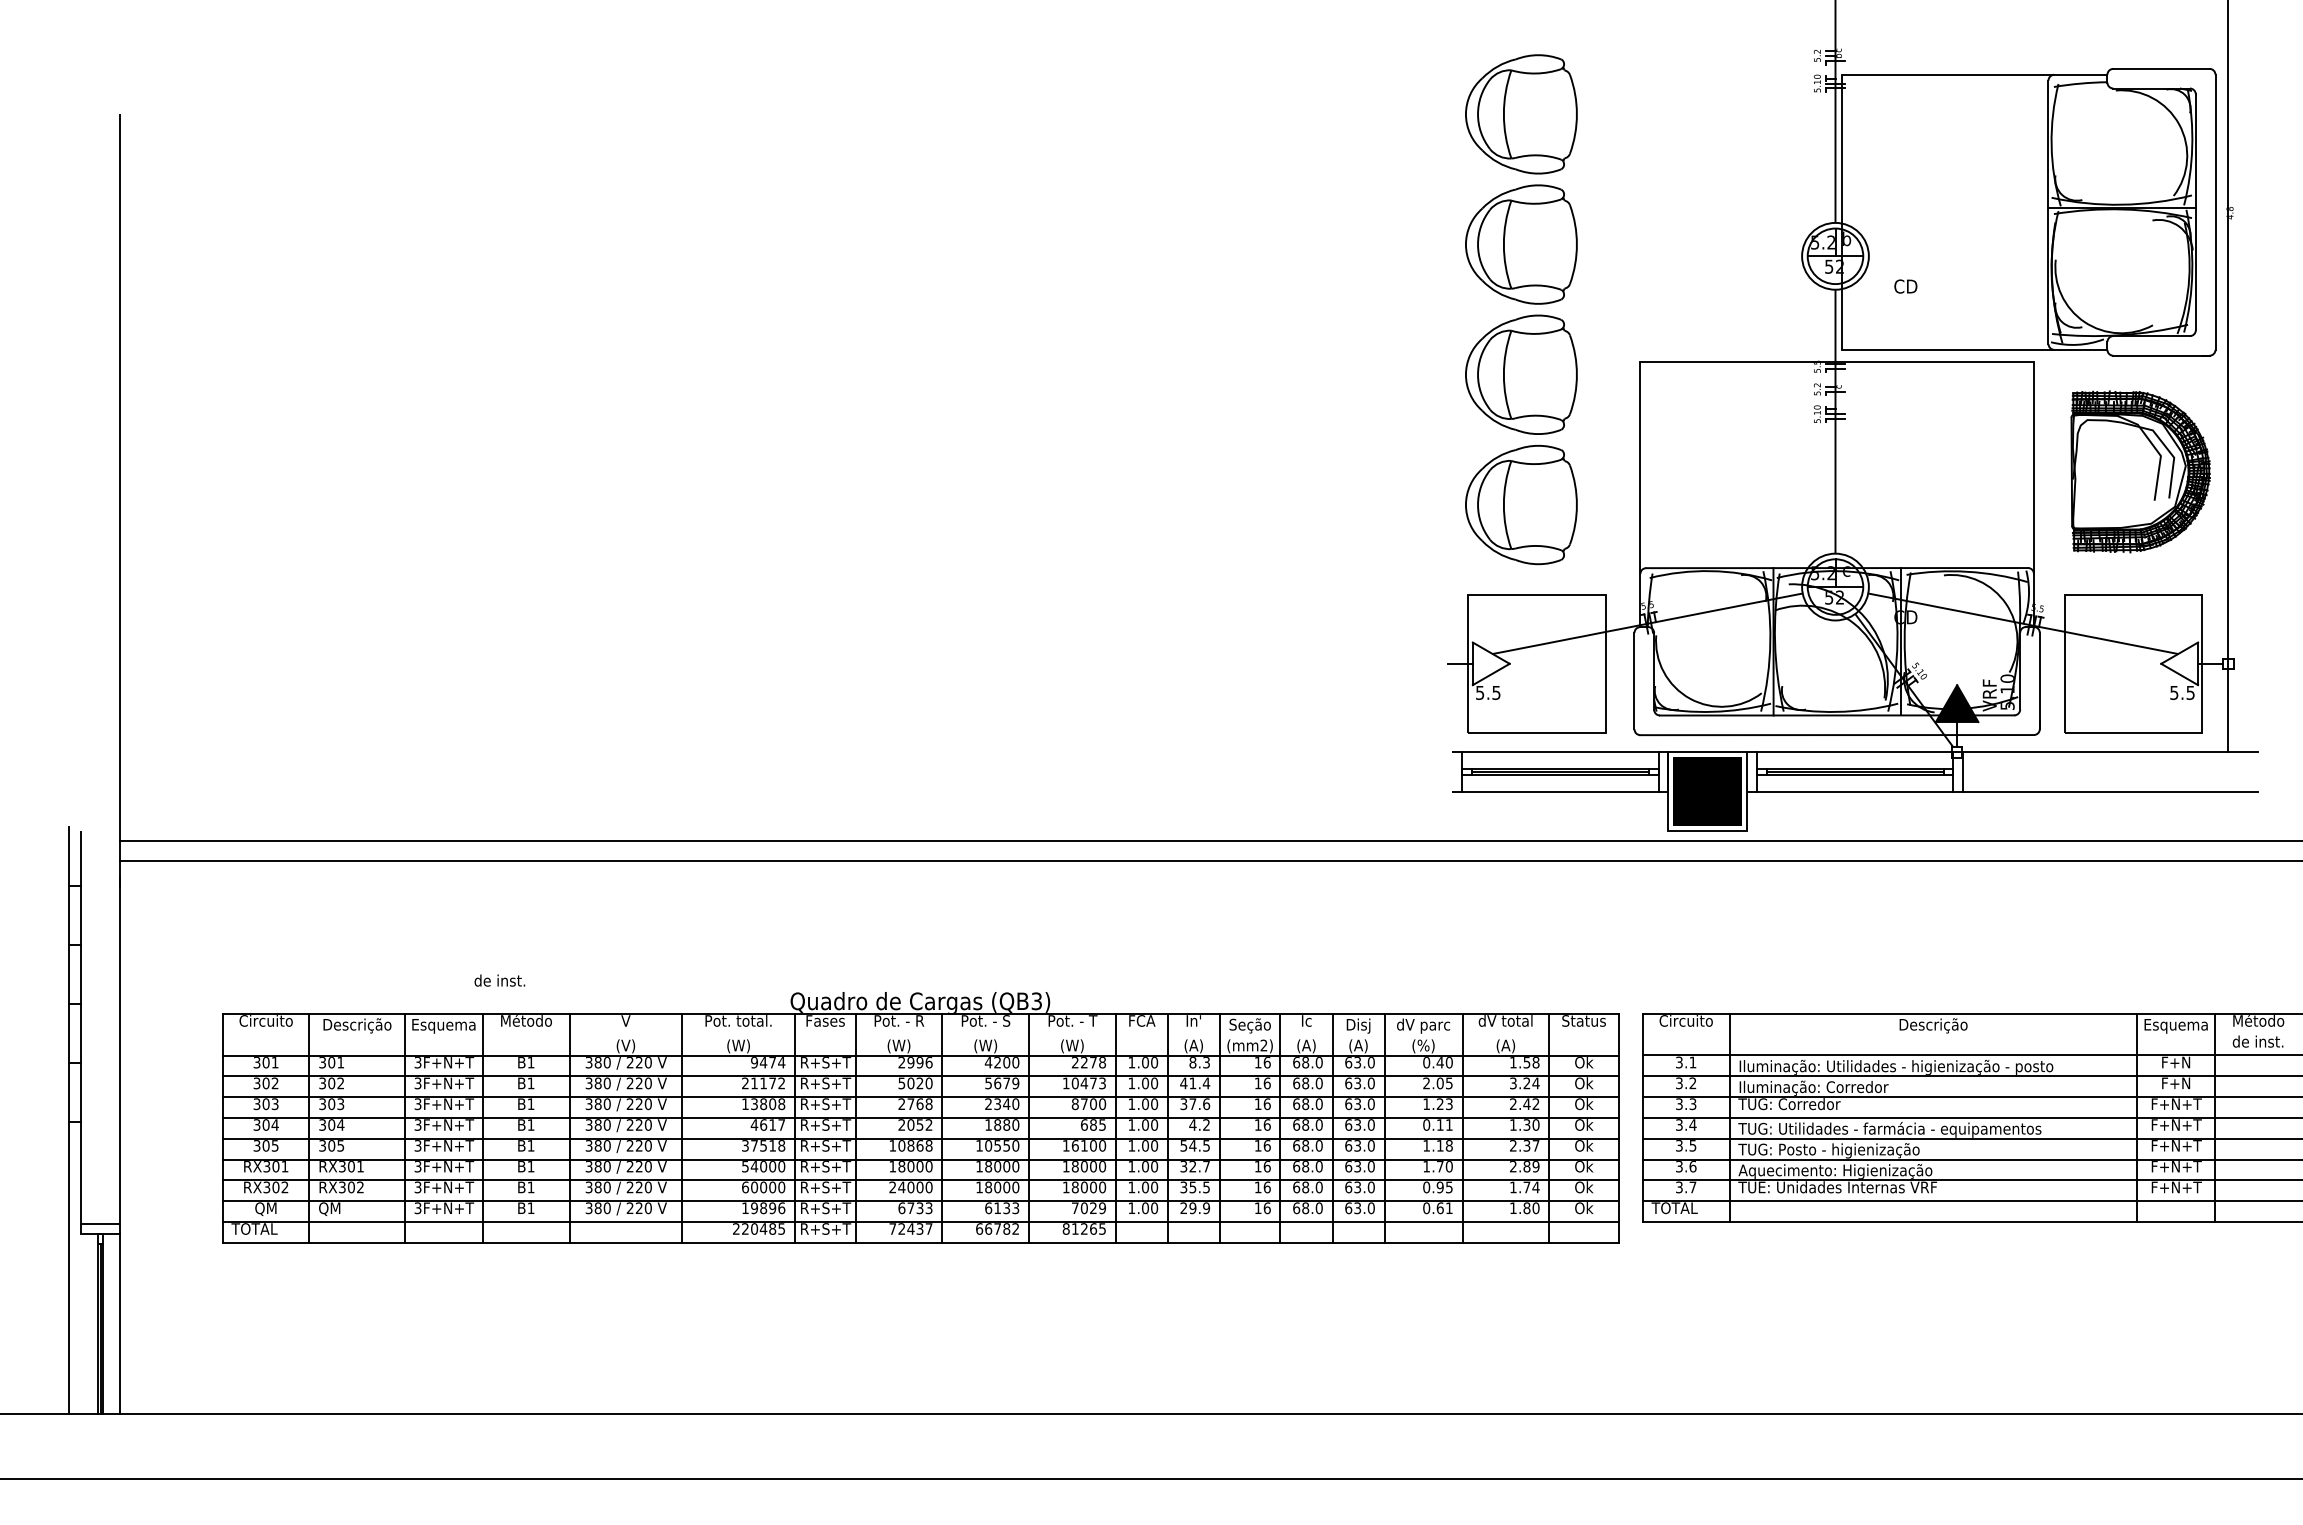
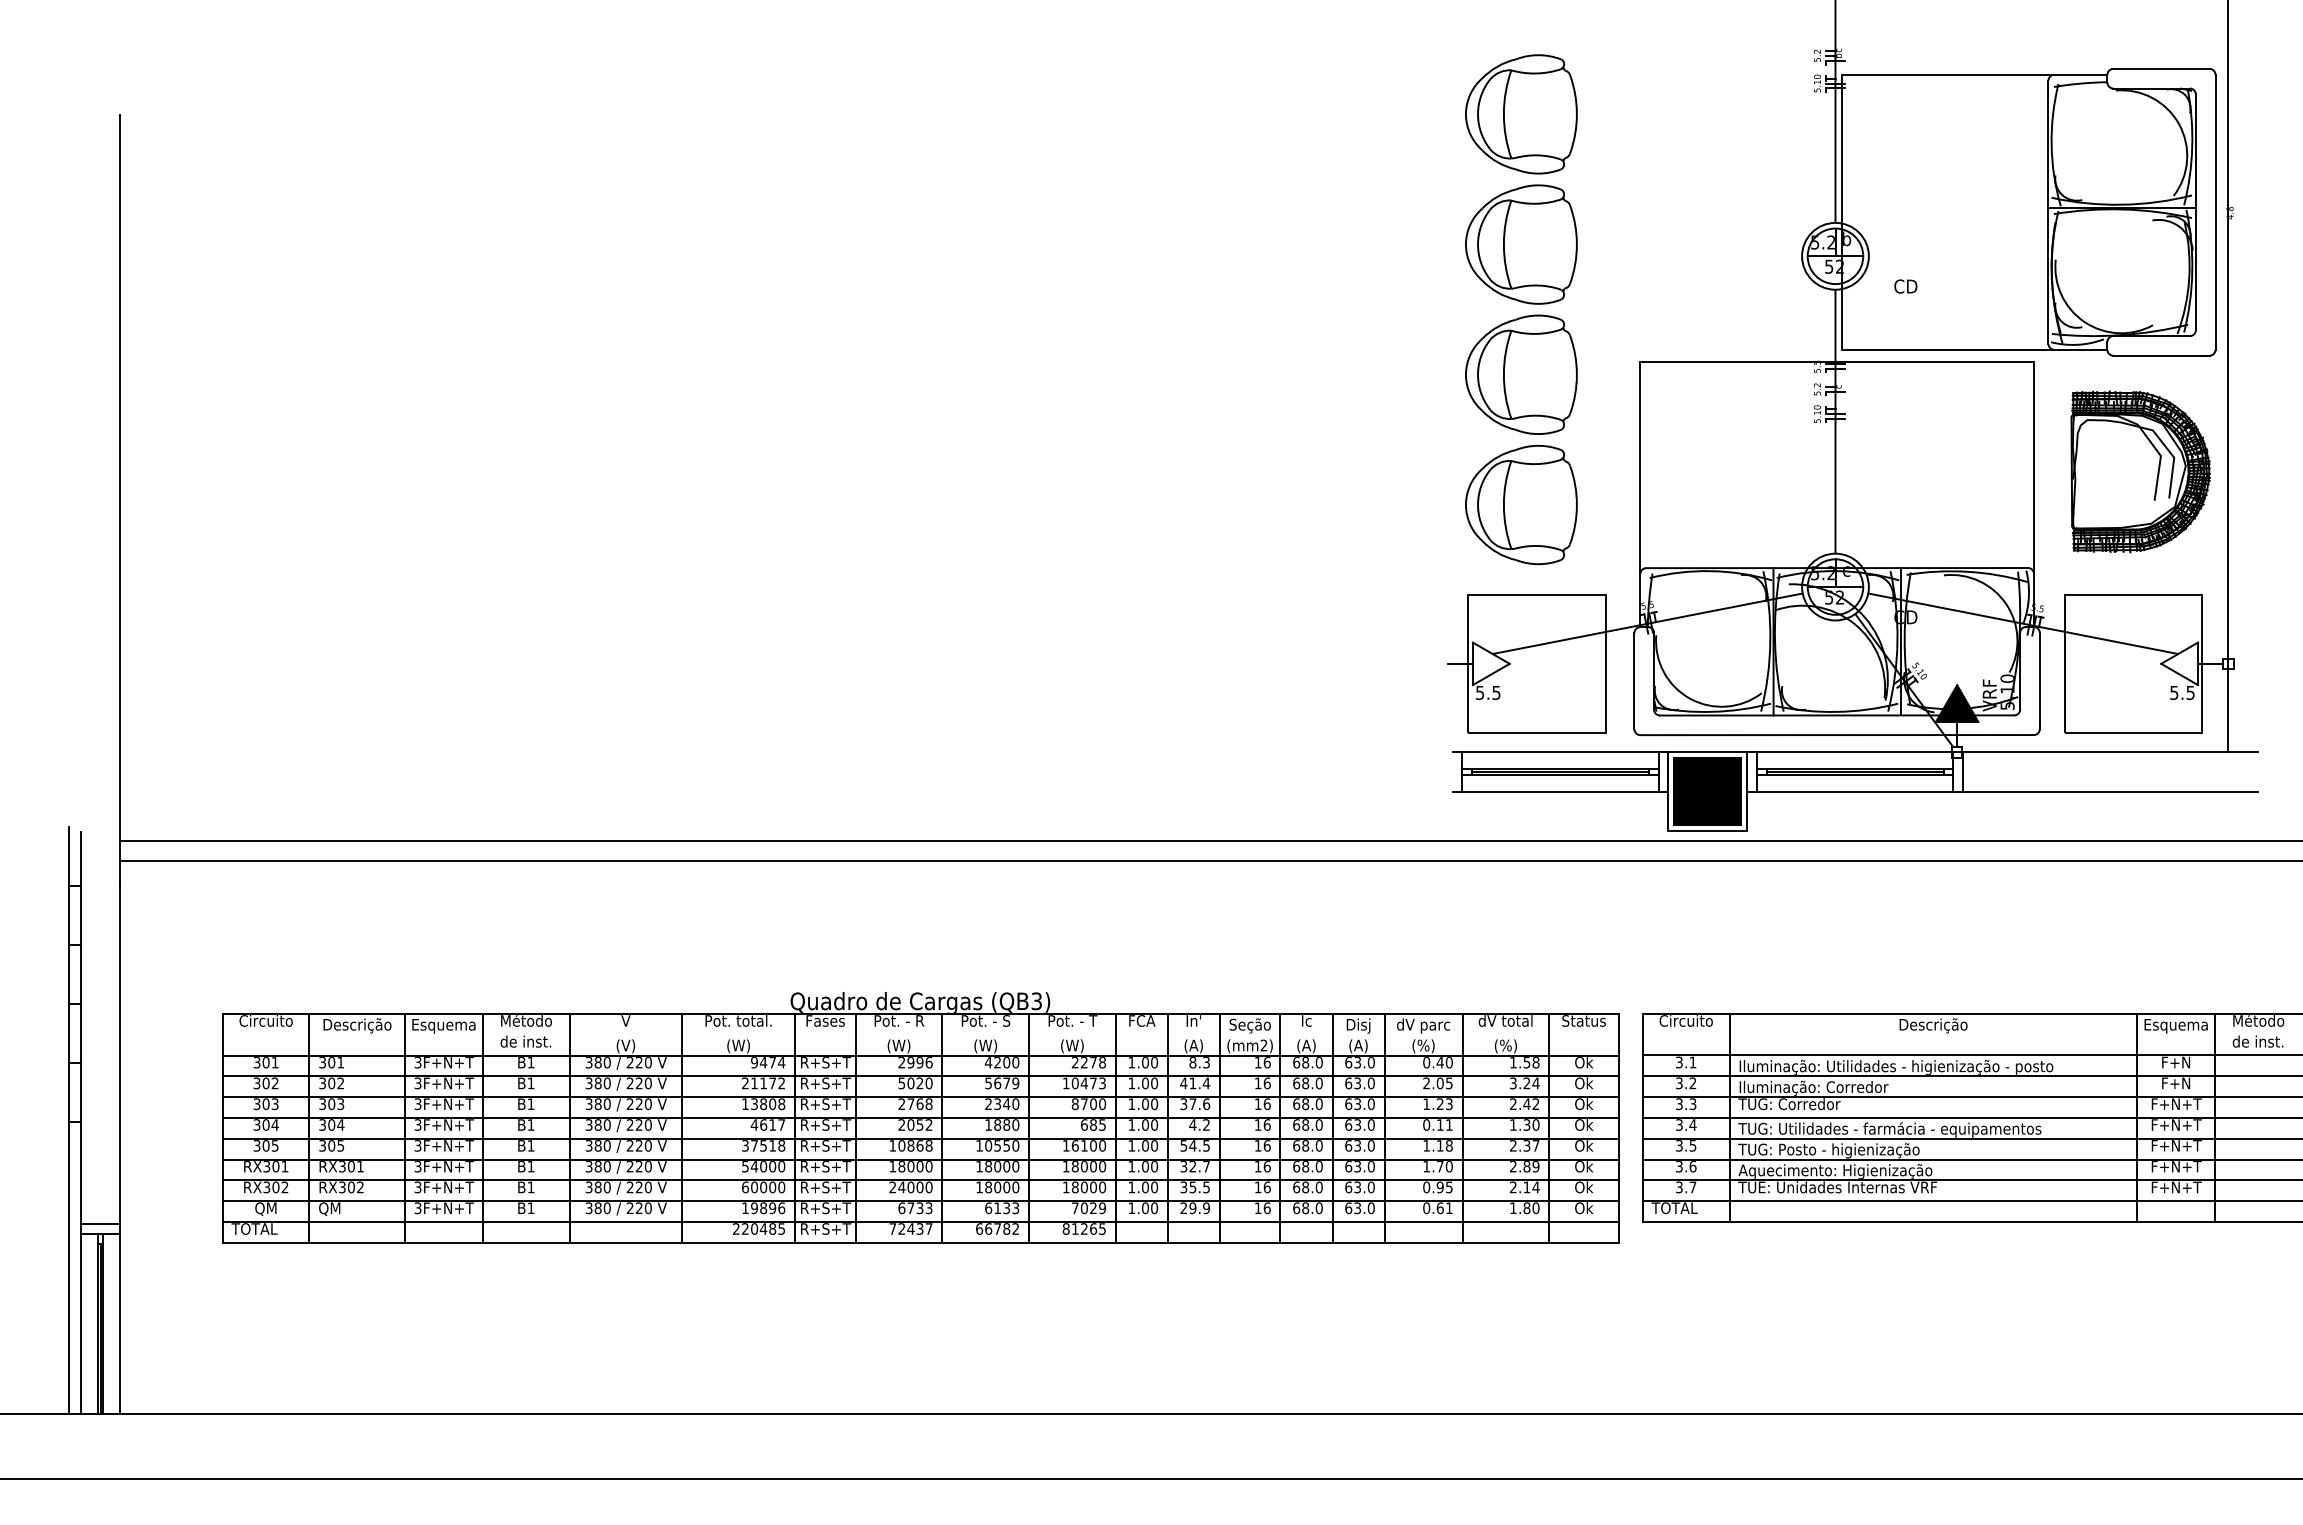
text at (499, 980) position: (499, 980) -> (525, 1041)
text at (1505, 1046): (A) -> (%)
text at (1520, 1187): 1.74 -> 2.14
line at (80, 1323): none -> present
